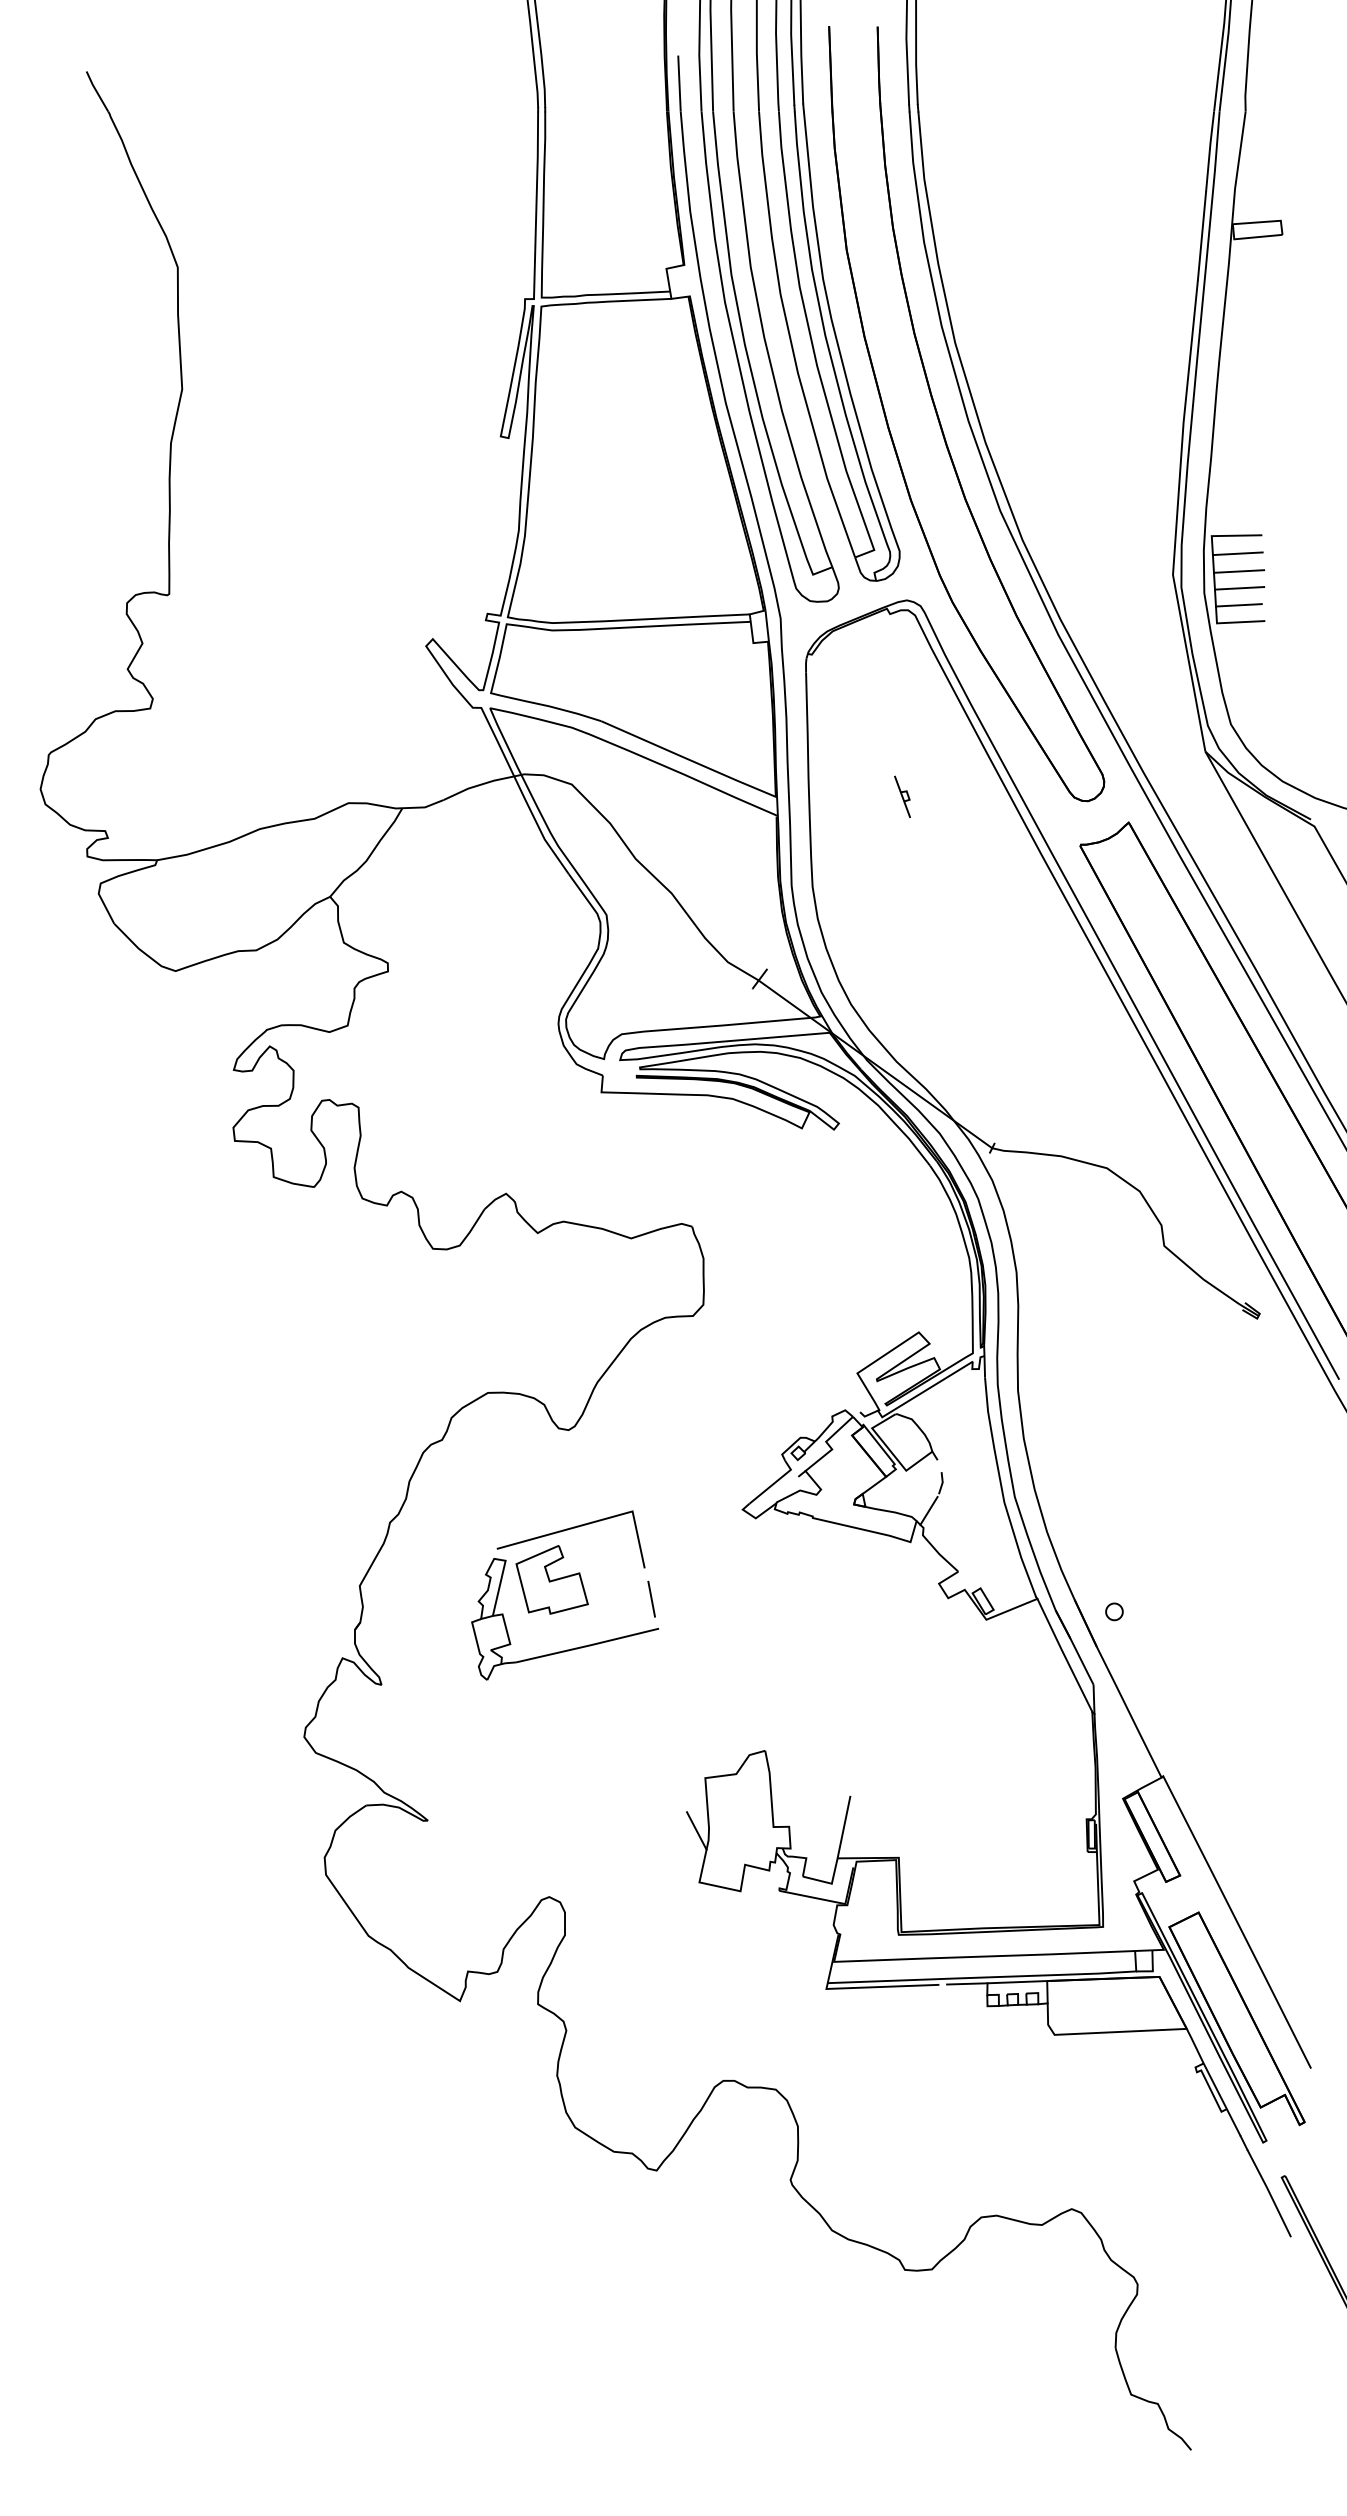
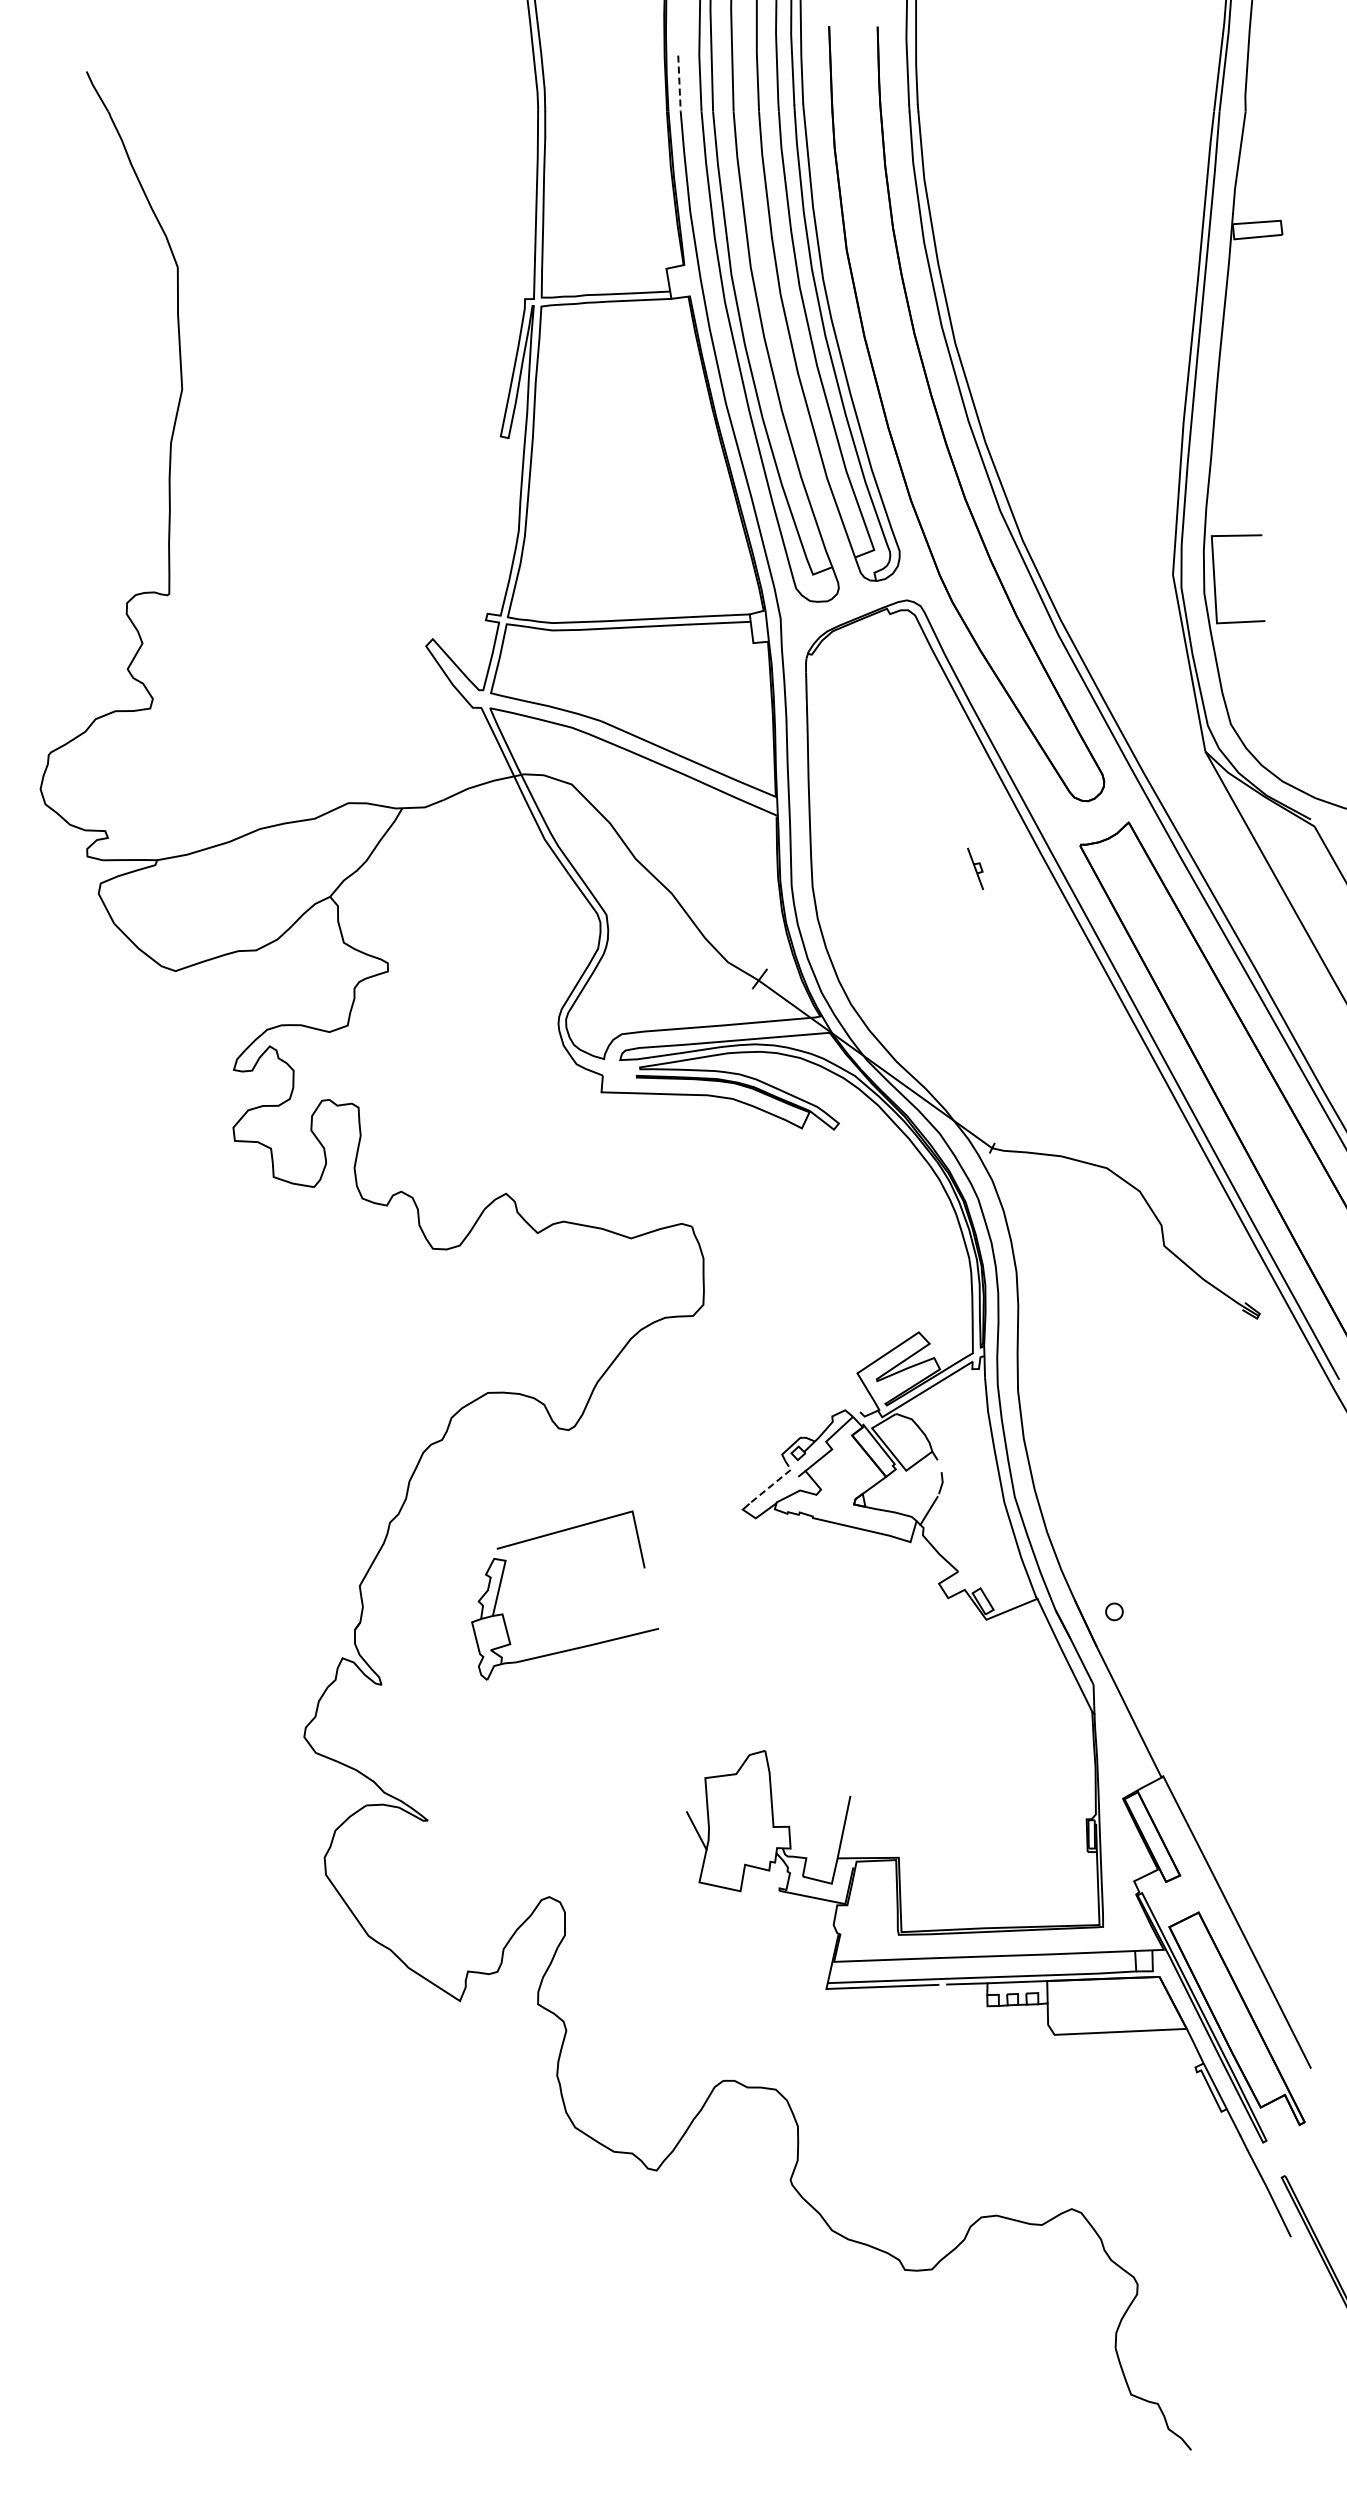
line at (679, 84): solid -> dashed
line at (1237, 553): present -> none
line at (1238, 571): present -> none
line at (1239, 588): present -> none
line at (1238, 605): present -> none
part at (902, 796) position: (902, 796) -> (975, 868)
line at (774, 1482): solid -> dashed
part at (551, 1579): present -> none
line at (651, 1598): present -> none
